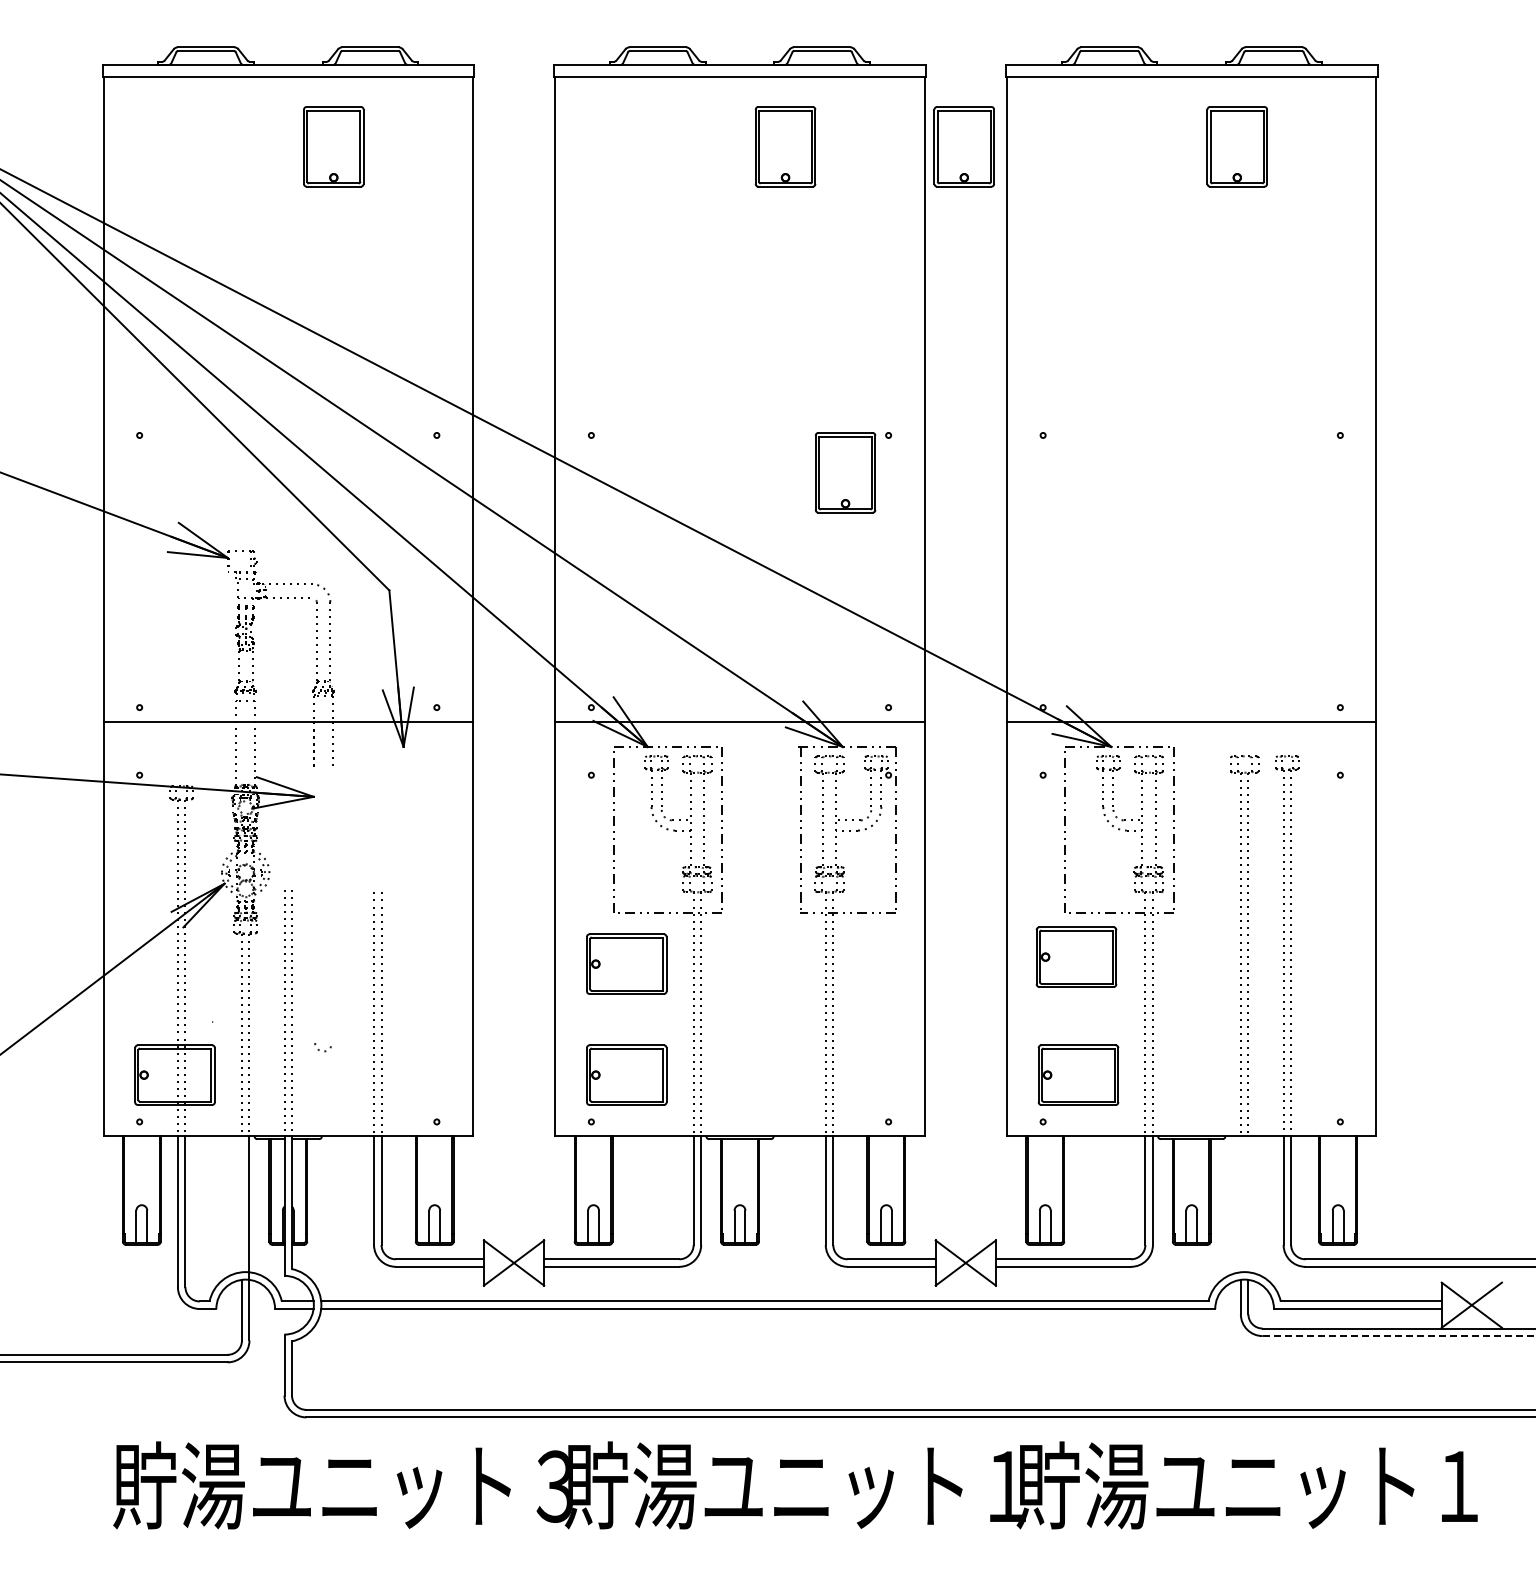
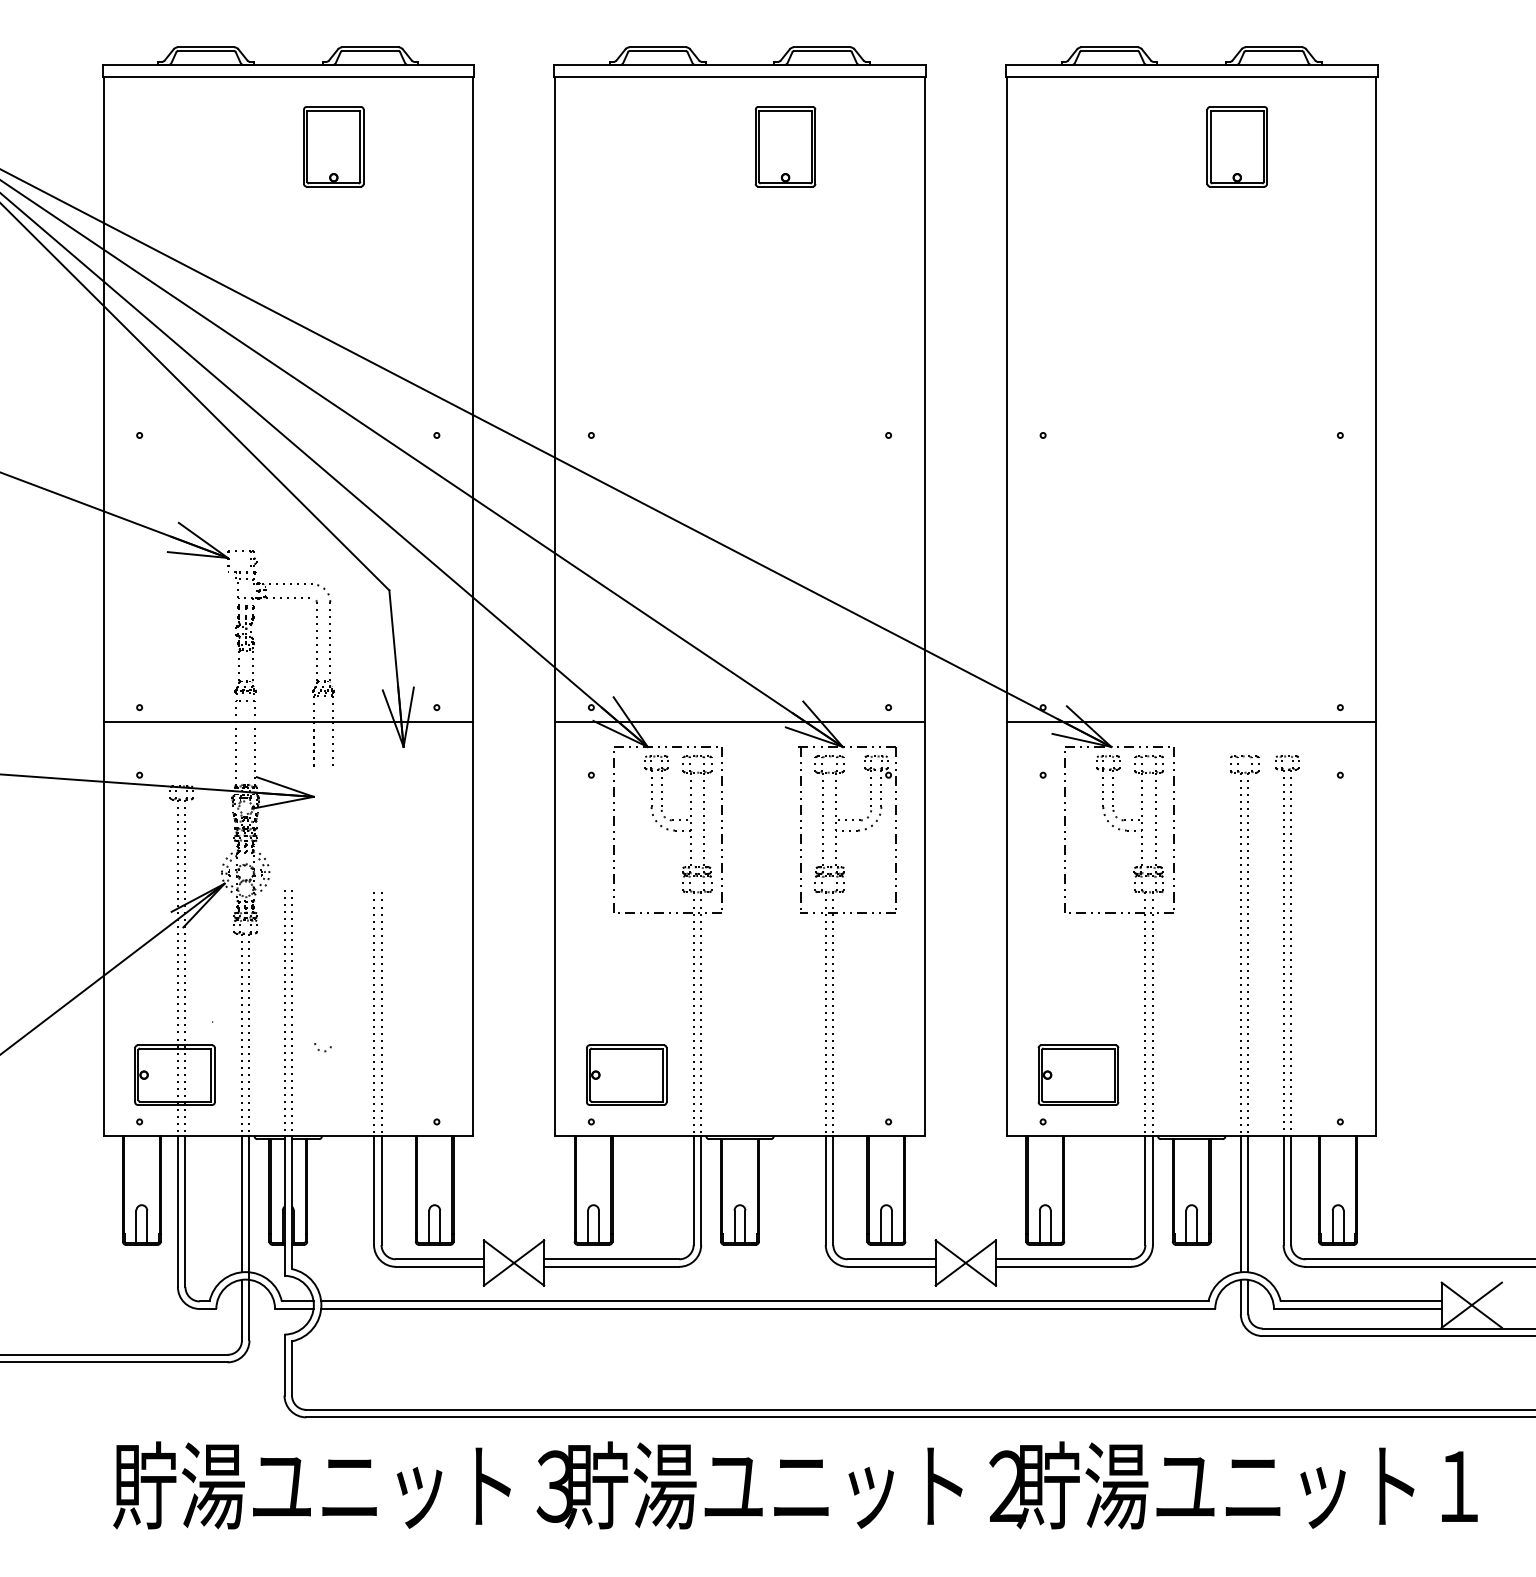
part at (963, 146): present -> none
part at (845, 472): present -> none
part at (1076, 956): present -> none
part at (626, 963): present -> none
line at (241, 1204): none -> present
line at (1240, 1204): none -> present
line at (1248, 1204): none -> present
line at (1399, 1336): dashed -> solid
text at (1007, 1485): 貯湯ユニット１ -> 貯湯ユニット２
